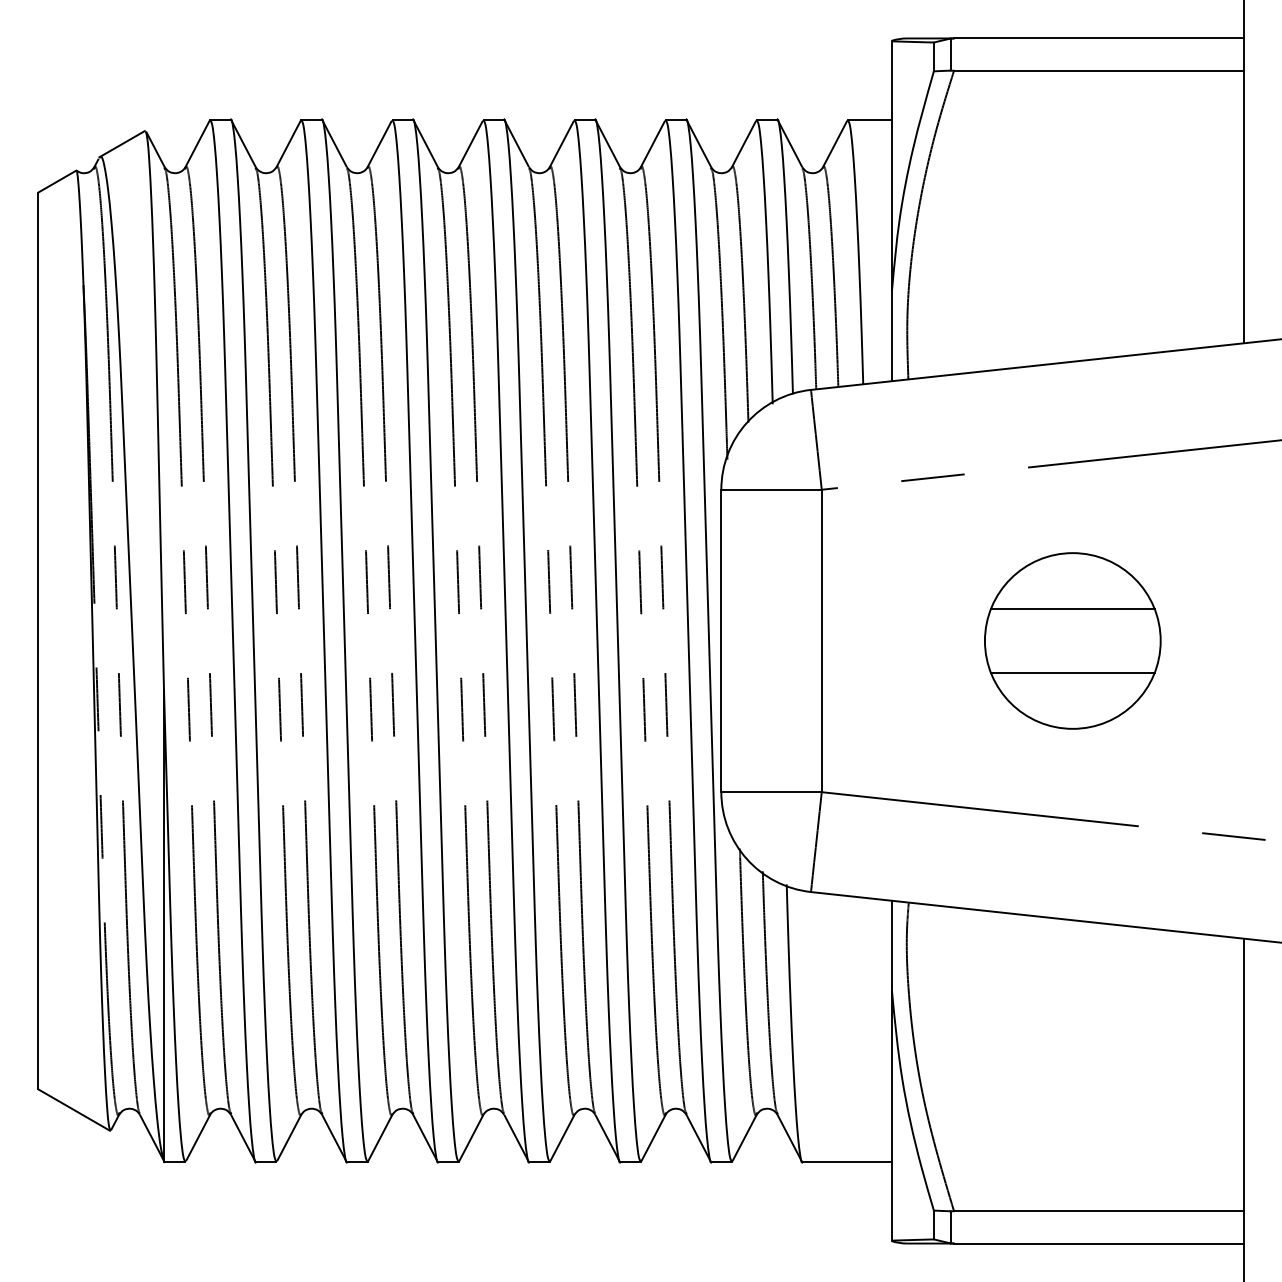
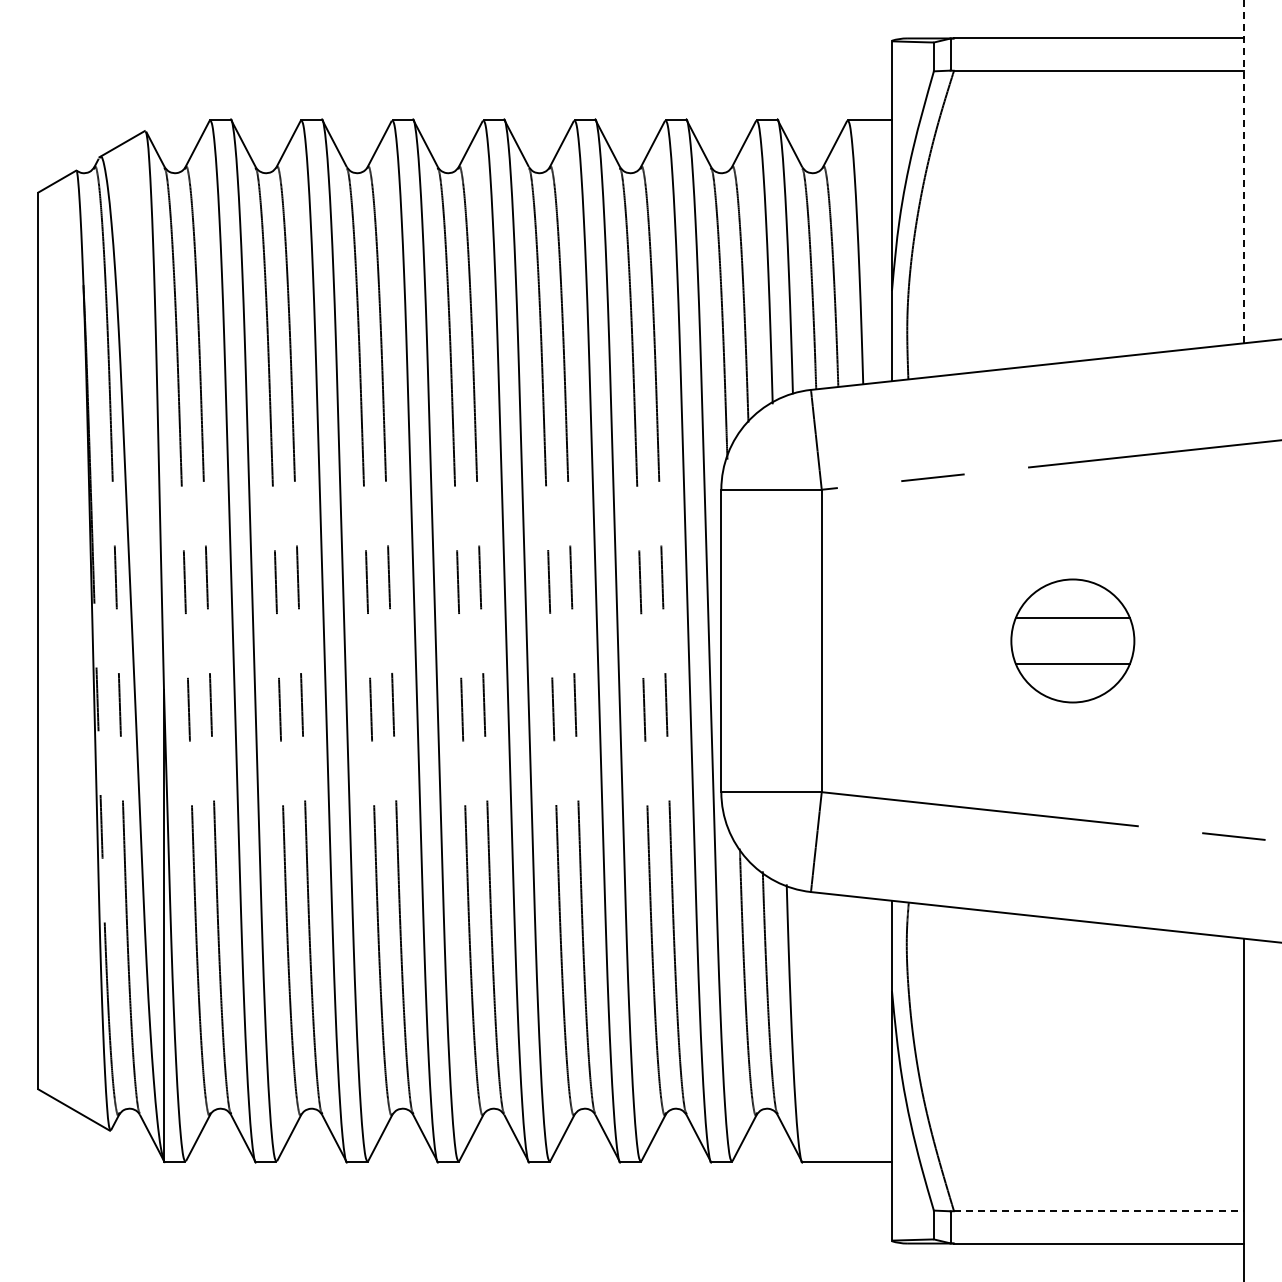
line at (1243, 171): solid -> dashed
part at (1072, 640) size: 178x178 px -> 126x126 px
line at (1098, 1211): solid -> dashed
